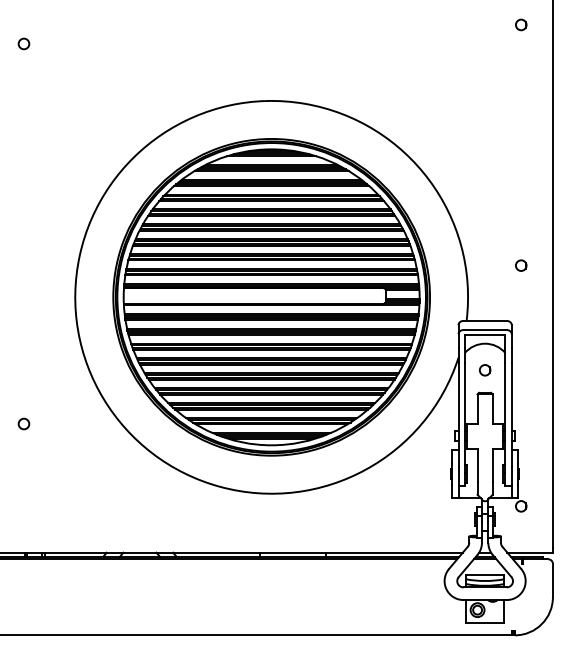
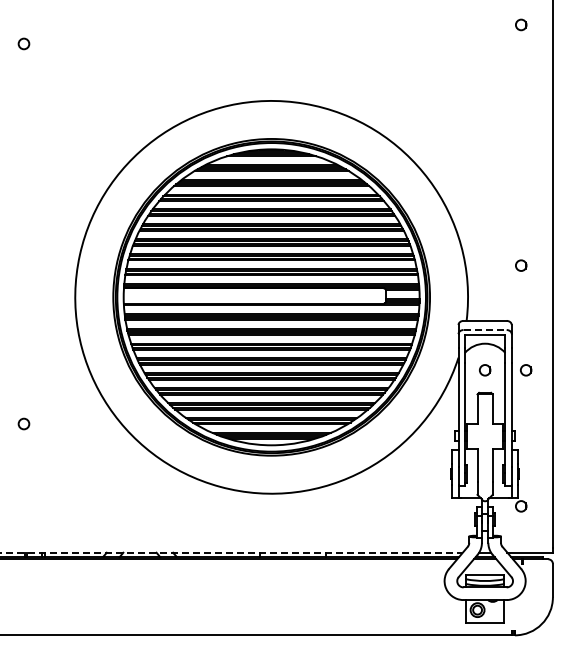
line at (485, 330): solid -> dashed
circle at (526, 370): none -> present
line at (231, 552): solid -> dashed
